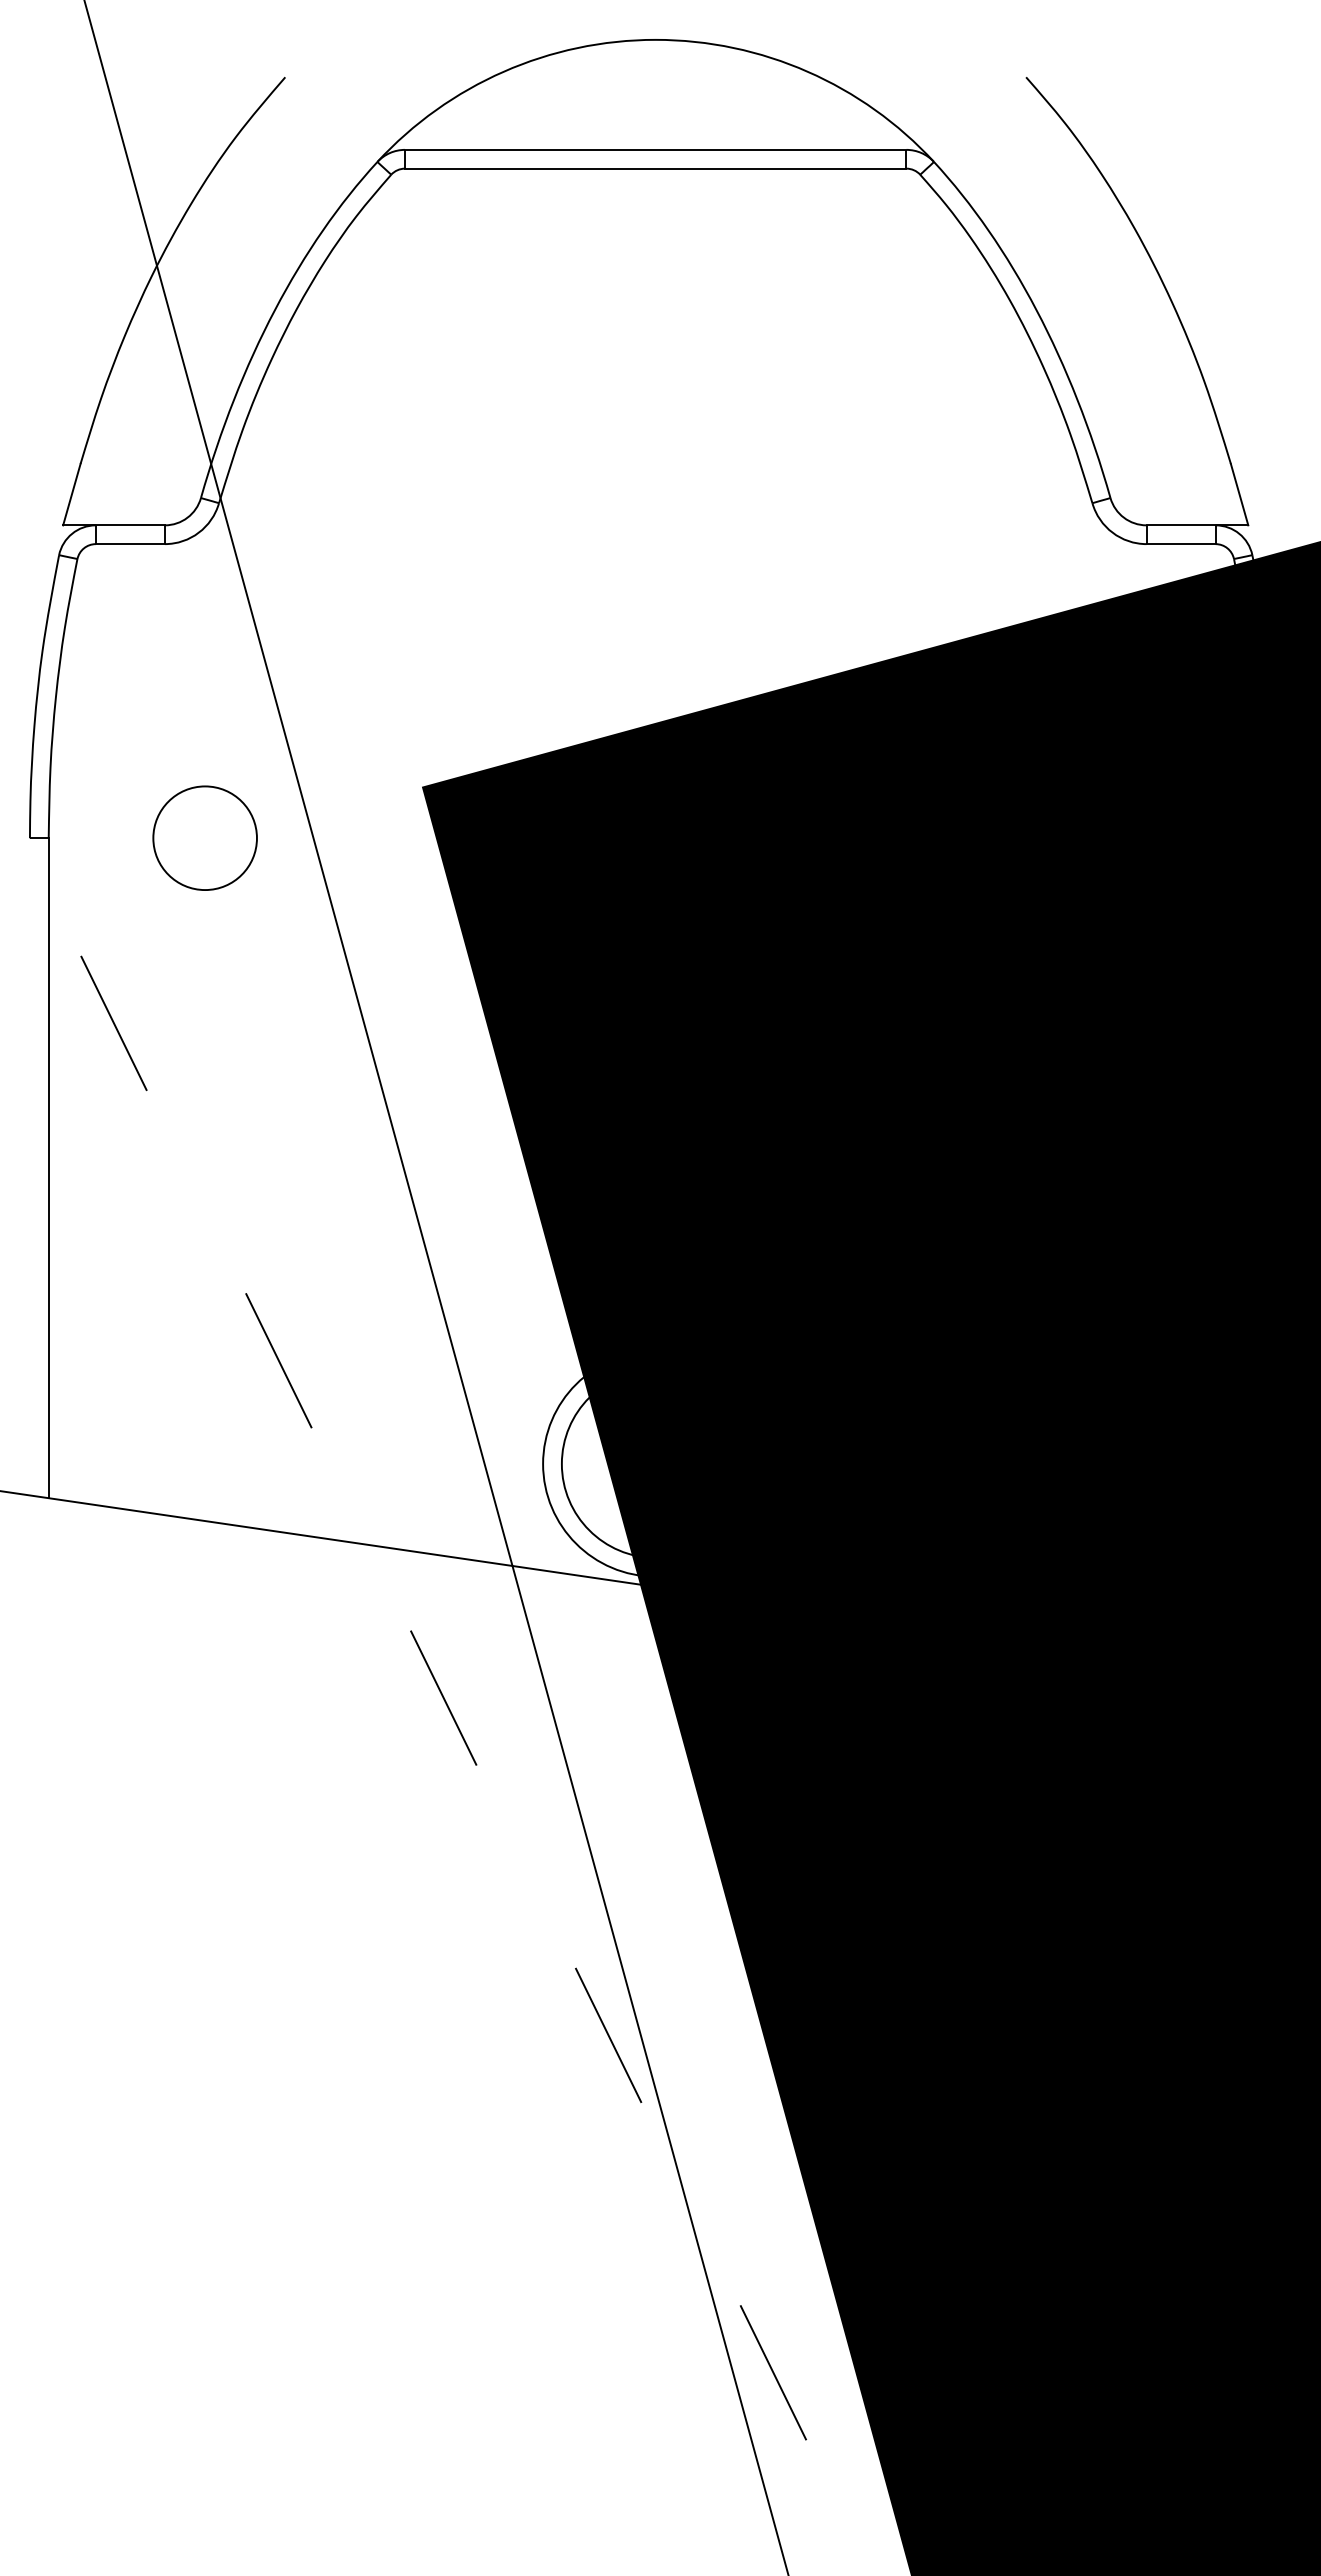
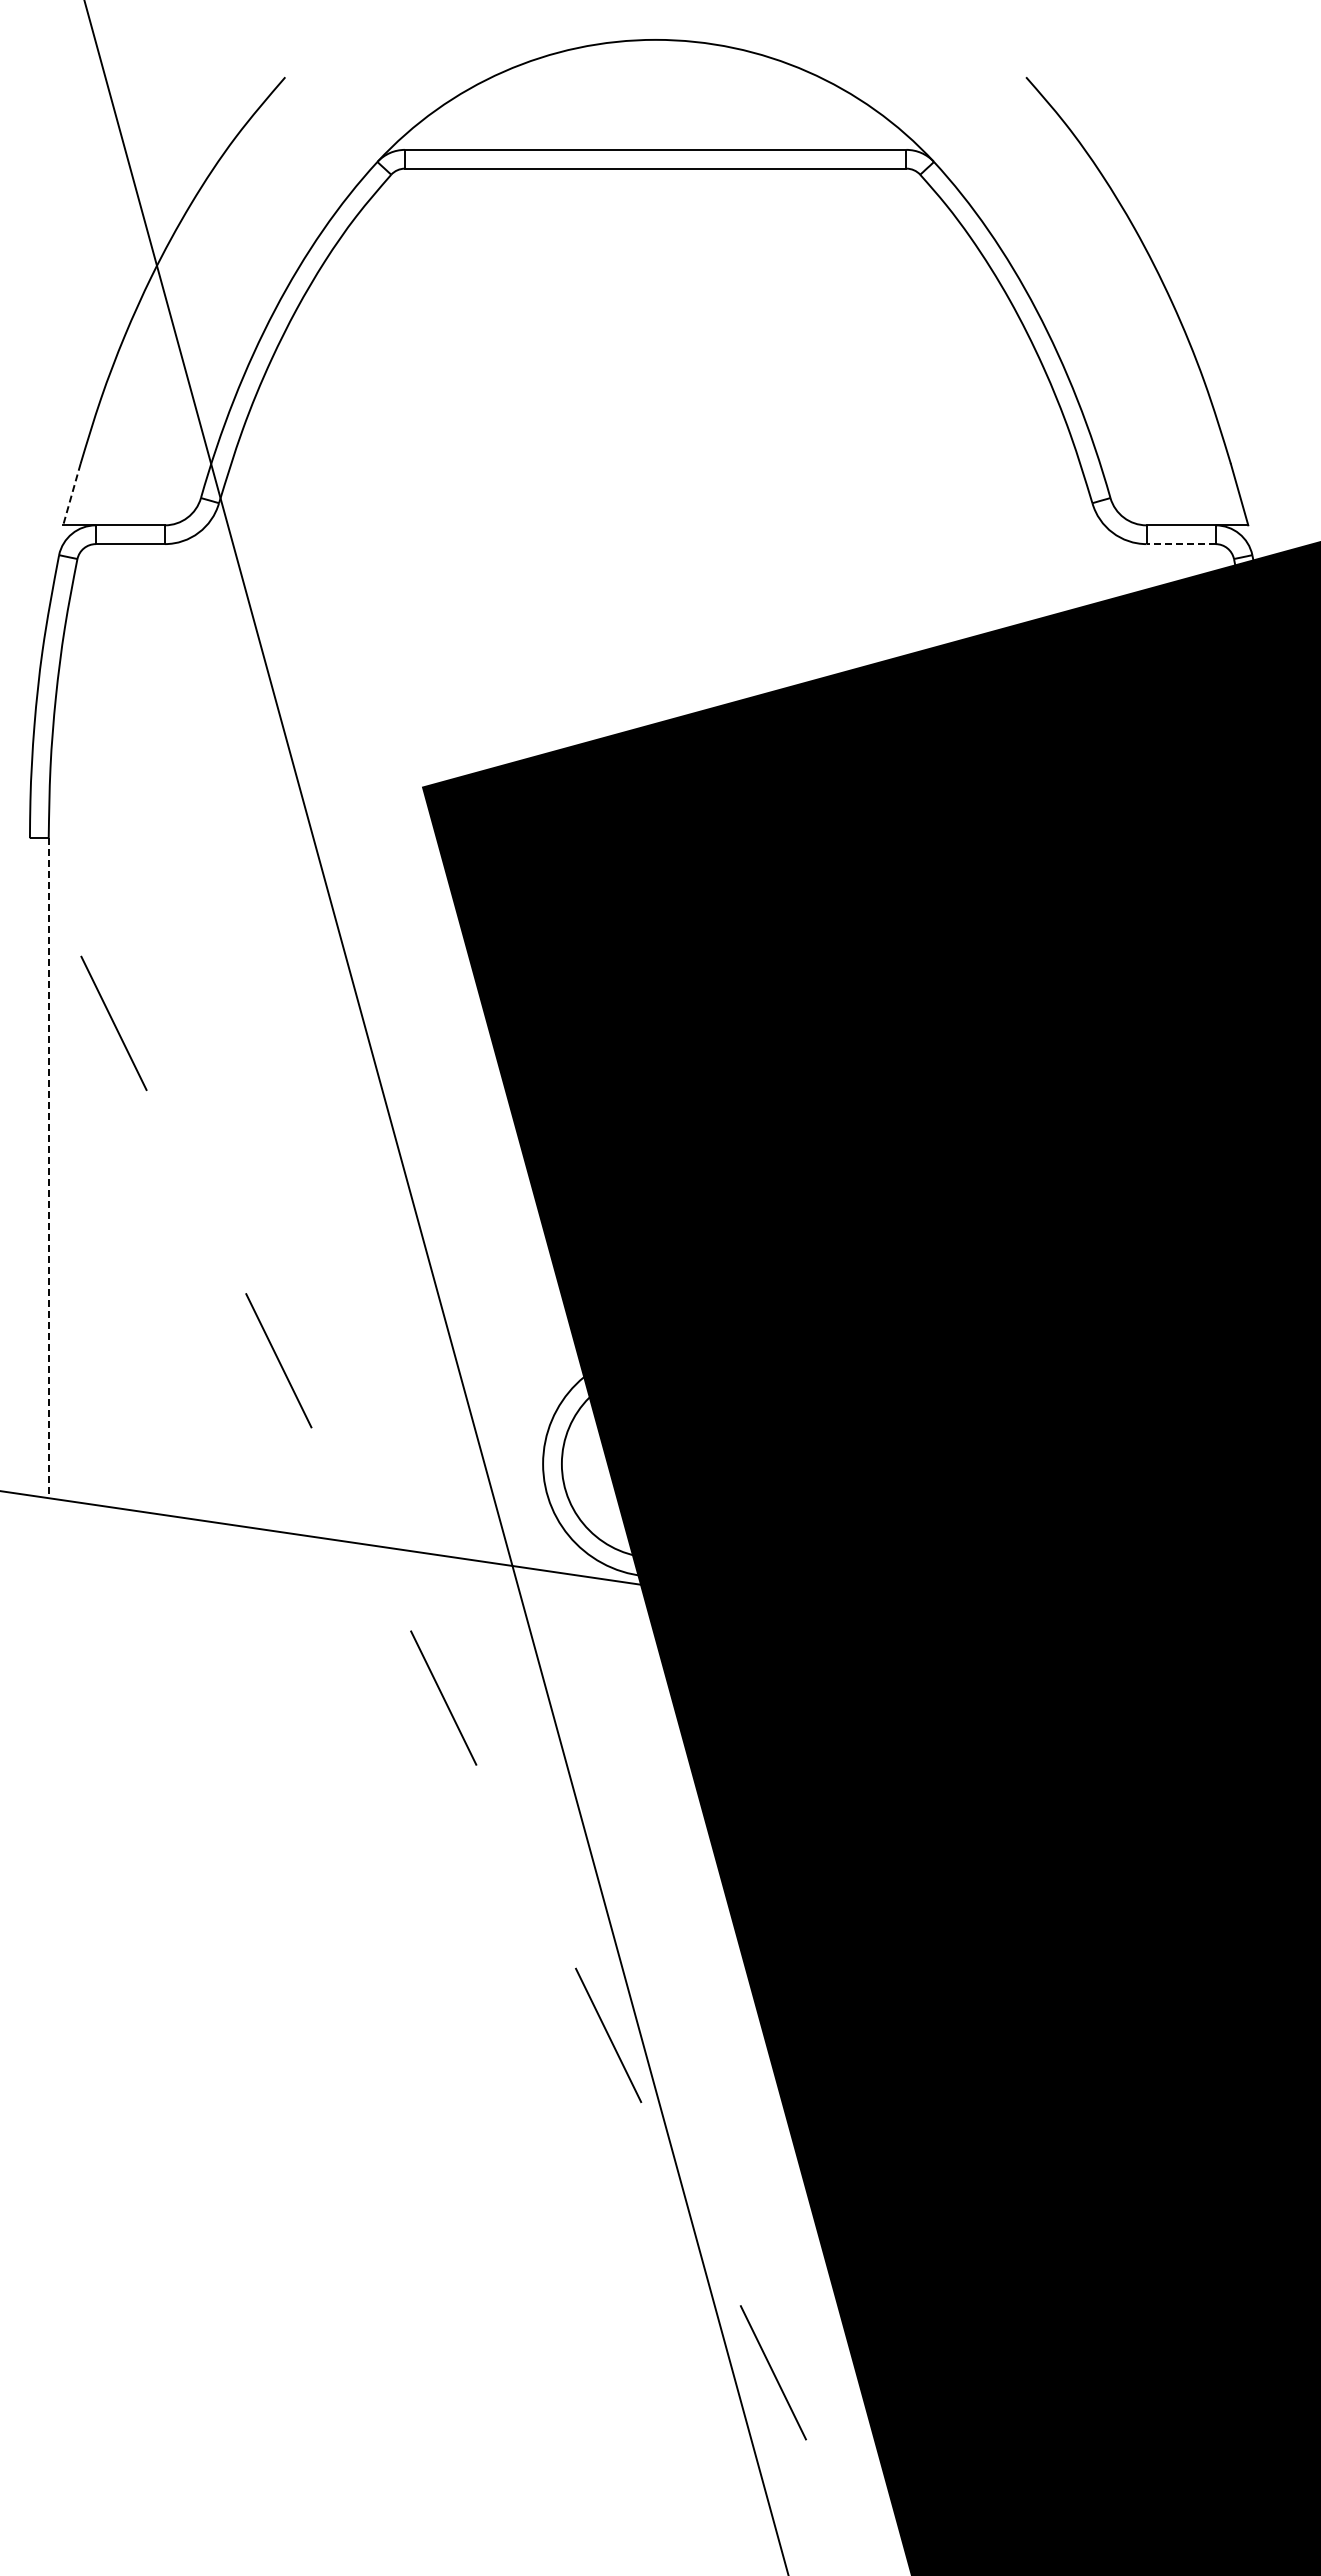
line at (71, 494): solid -> dashed
line at (1181, 544): solid -> dashed
circle at (204, 837): present -> none
line at (48, 1168): solid -> dashed
